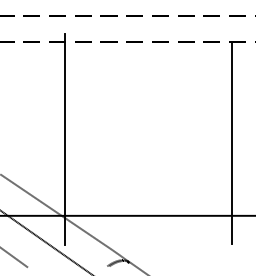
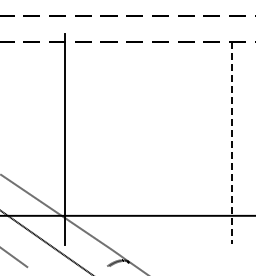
line at (231, 143): solid -> dashed
